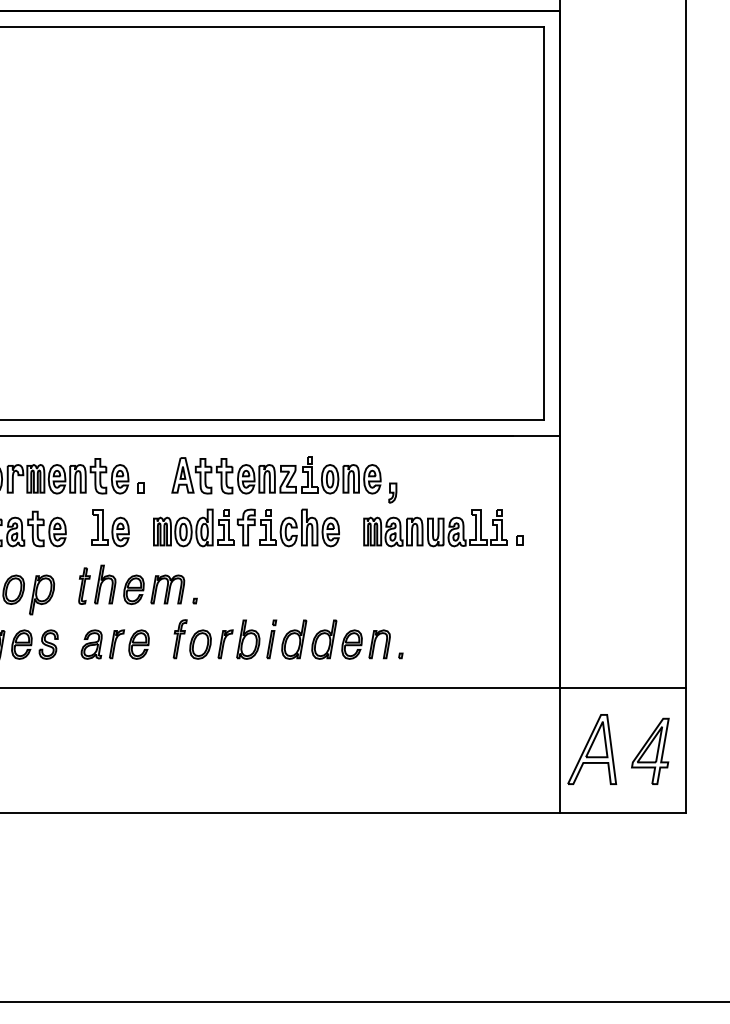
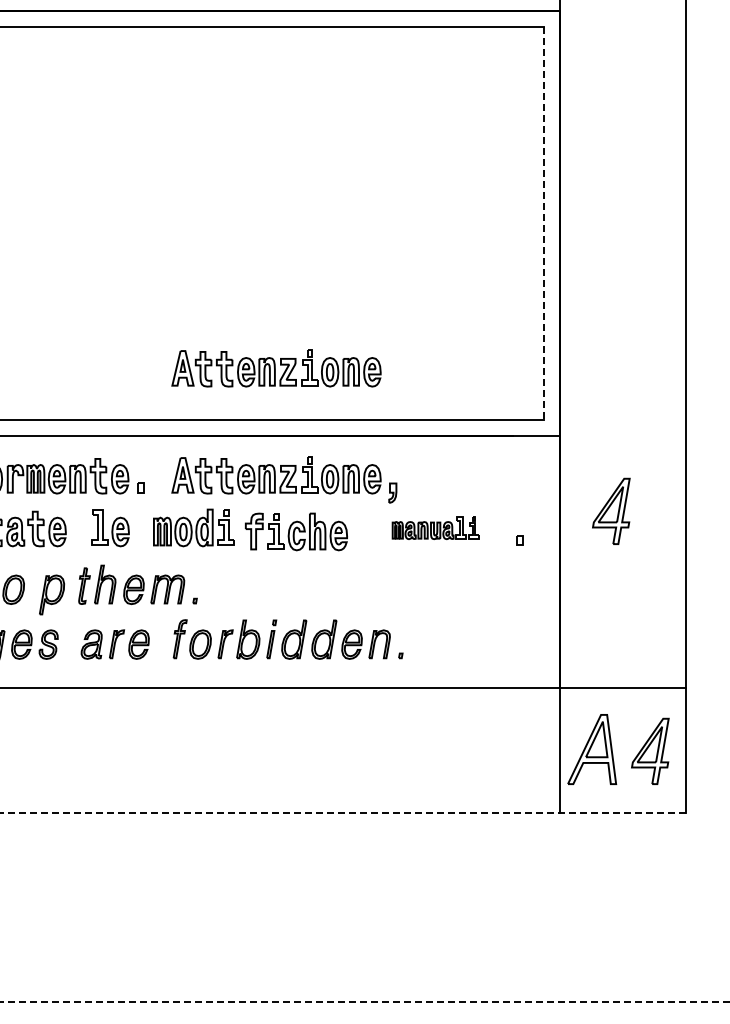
line at (544, 223): solid -> dashed
part at (276, 368): none -> present
part at (611, 510): none -> present
part at (288, 527) position: (288, 527) -> (296, 531)
part at (435, 528) size: 145x39 px -> 89x25 px
part at (42, 594) position: (42, 594) -> (52, 594)
line at (343, 813): solid -> dashed
line at (364, 1002): solid -> dashed
